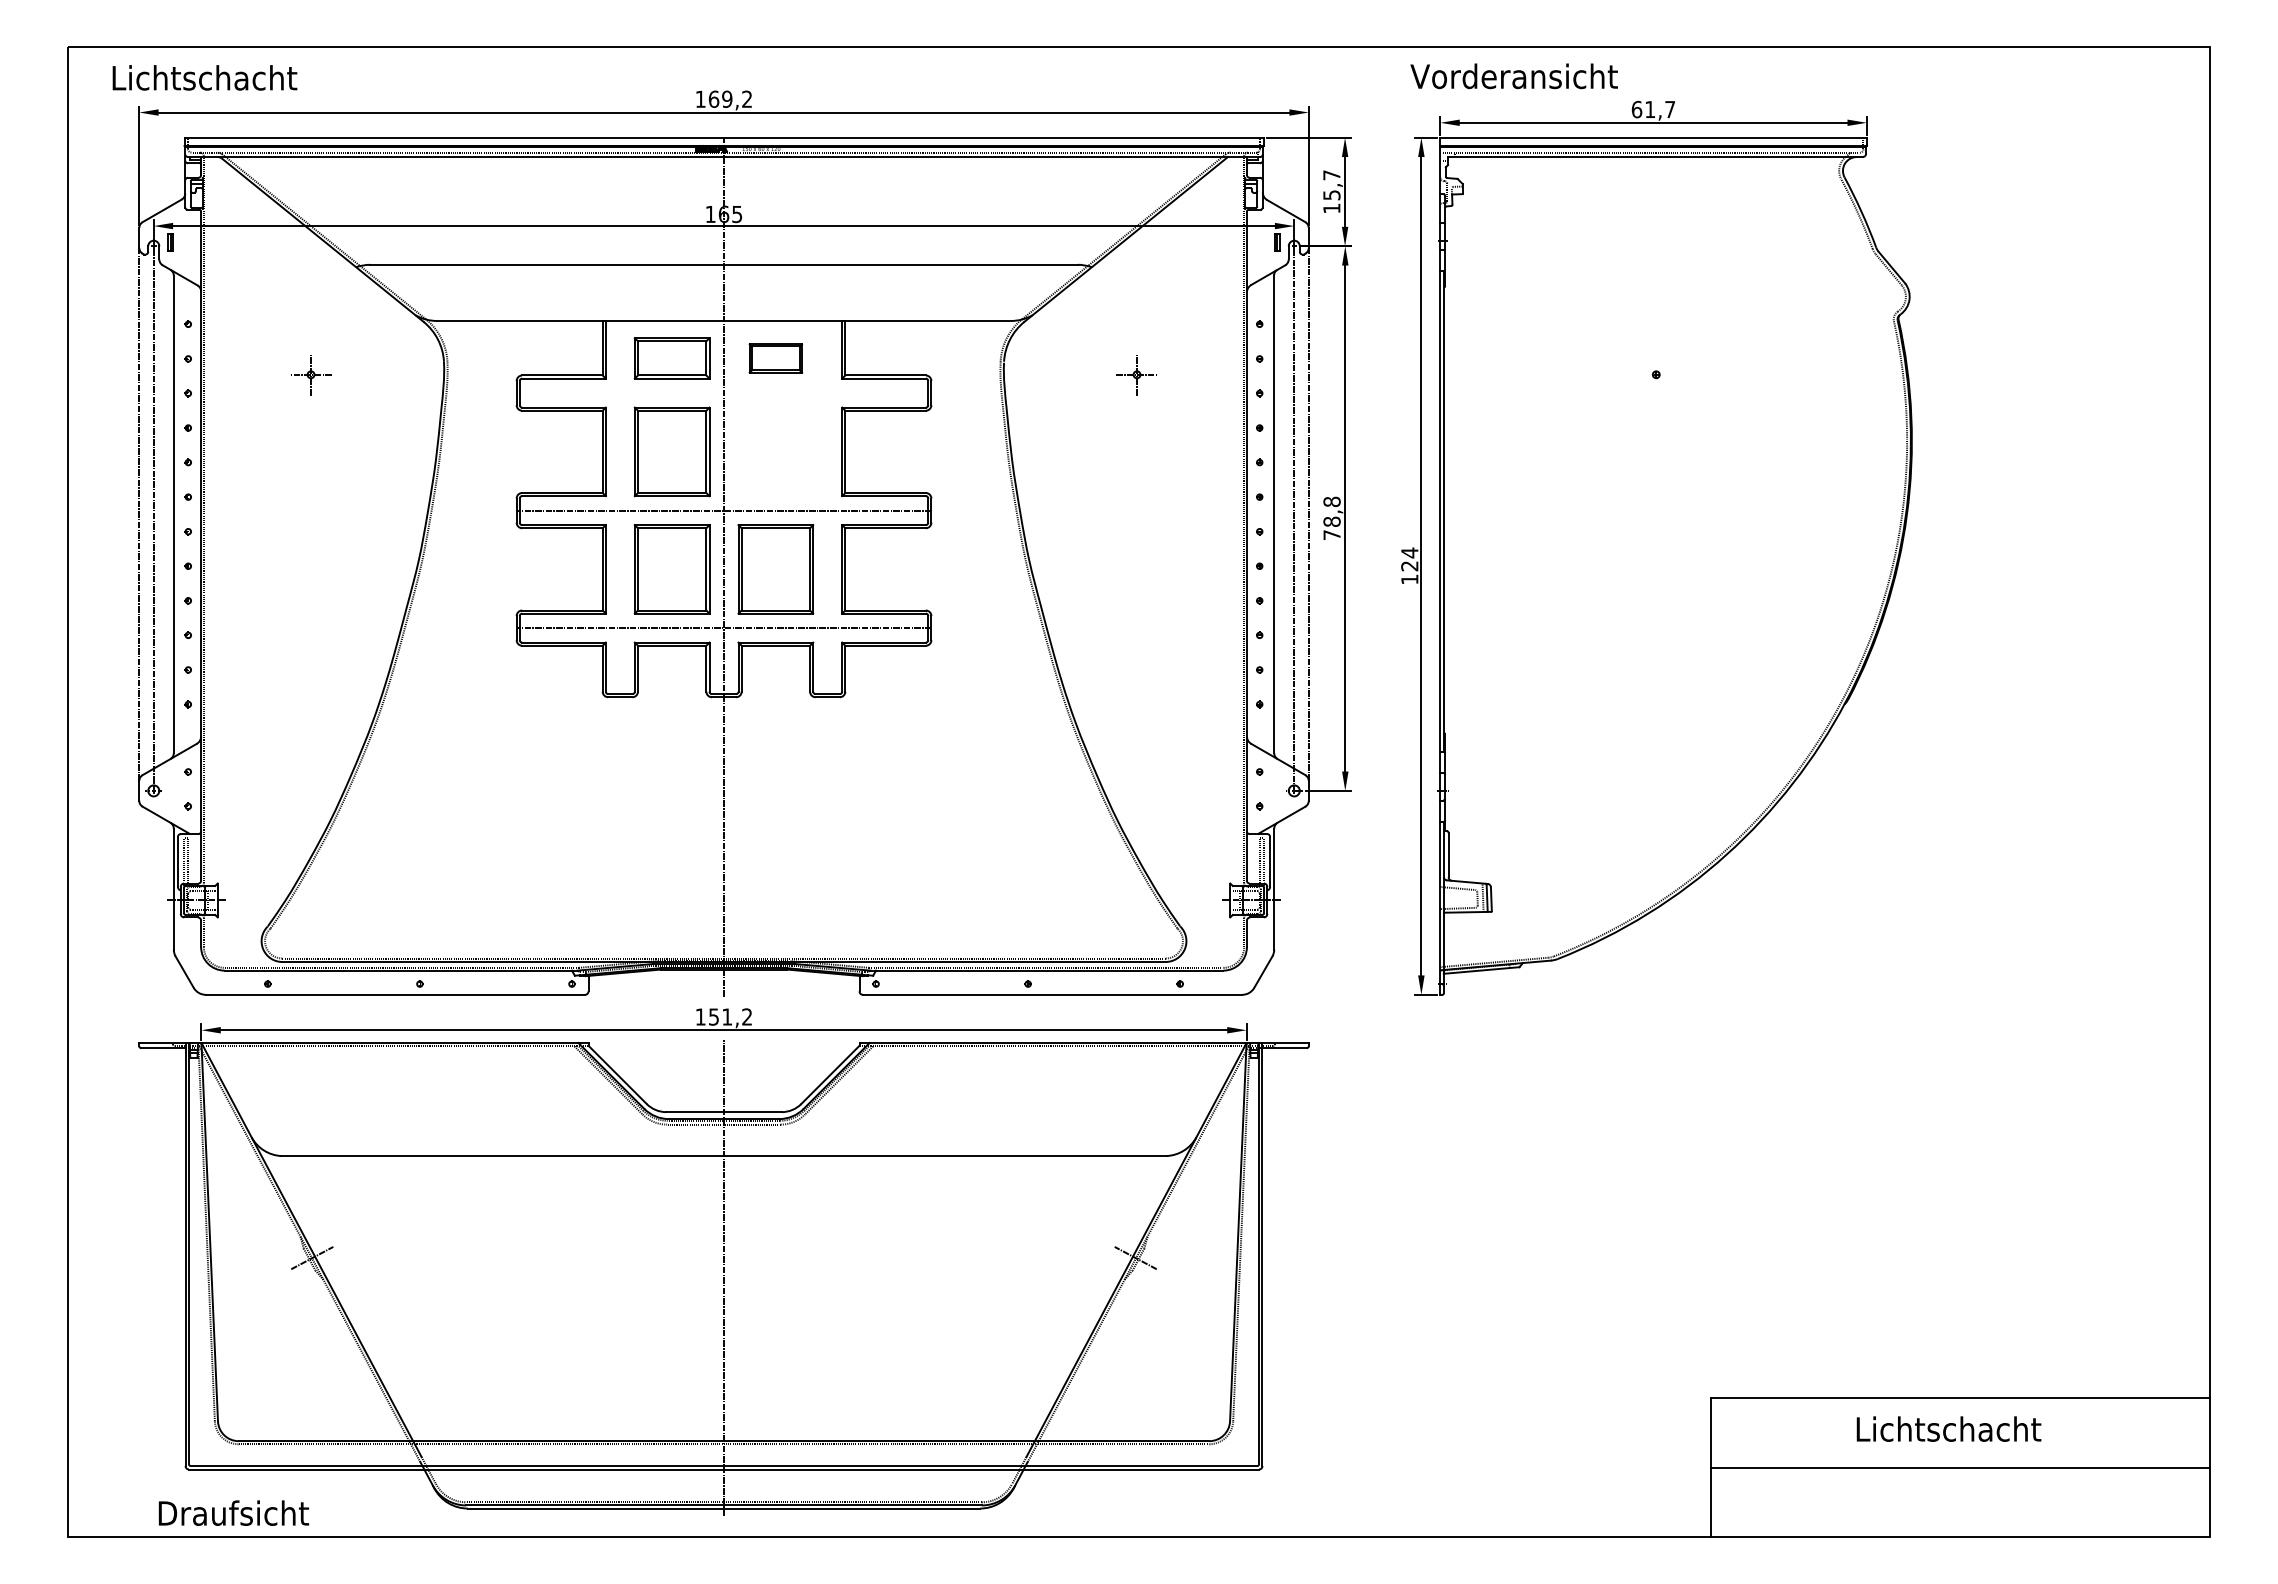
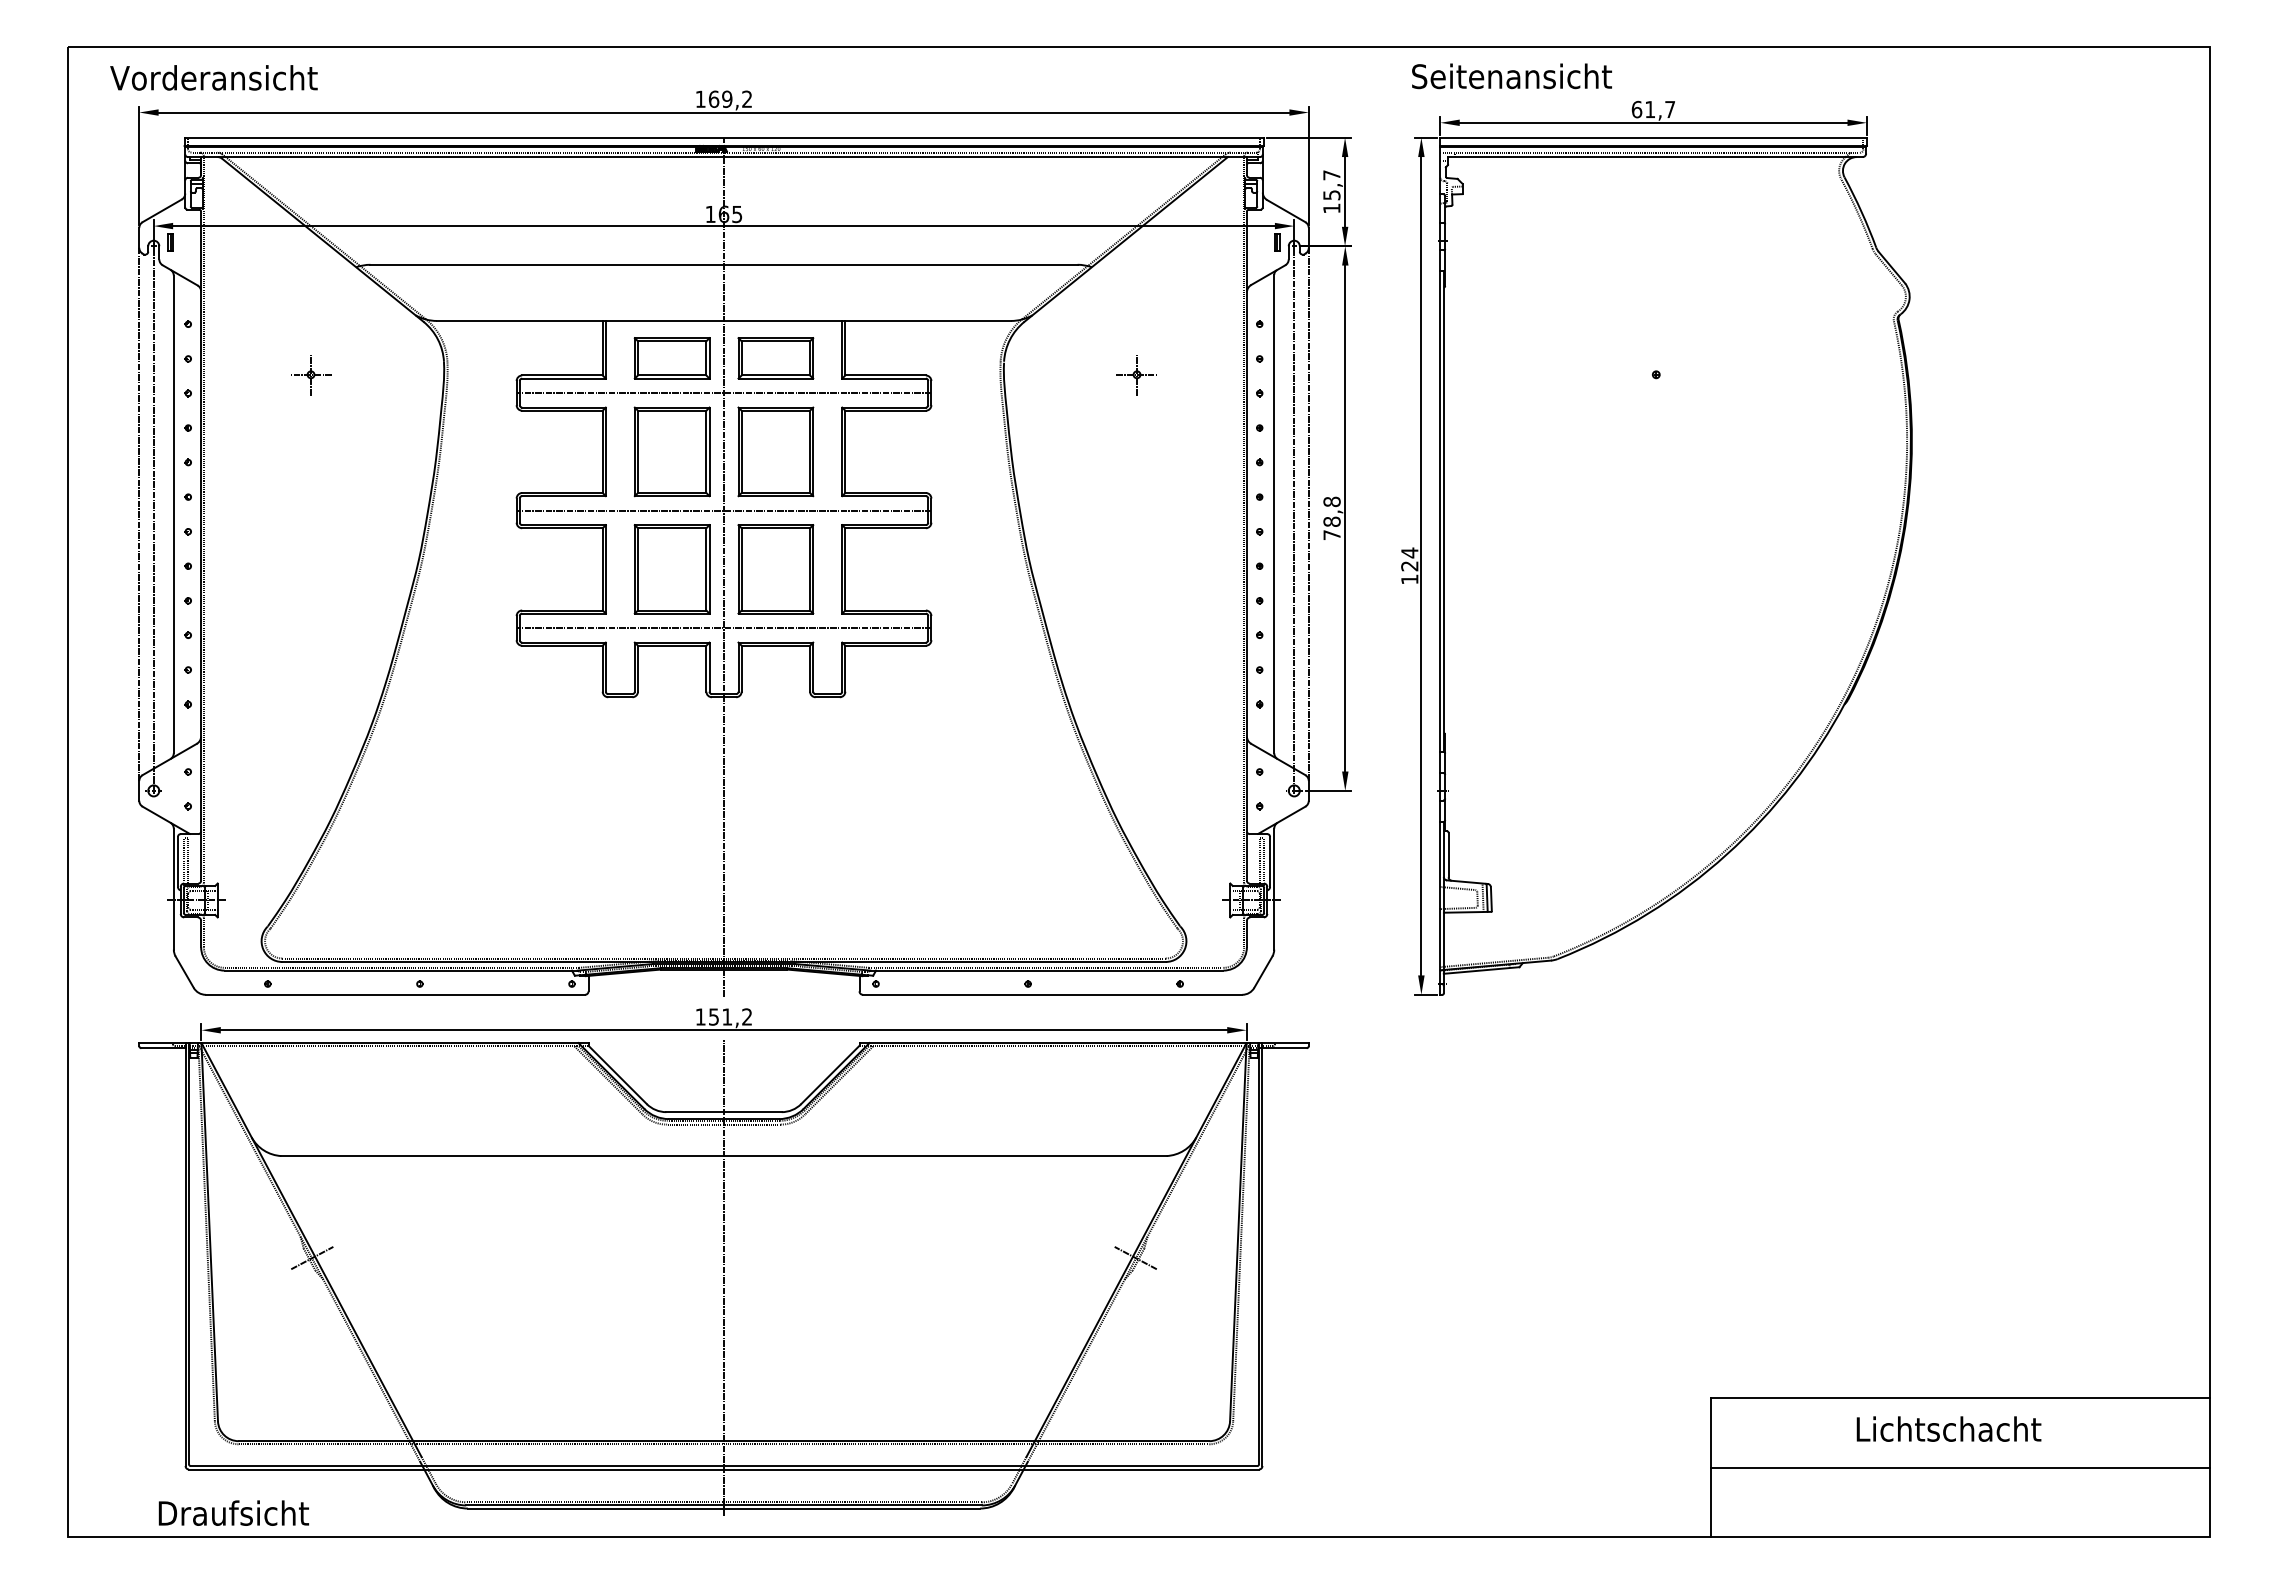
text at (1513, 76): Vorderansicht -> Seitenansicht
text at (213, 77): Lichtschacht -> Vorderansicht
part at (775, 358) size: 56x31 px -> 78x43 px
line at (723, 393): none -> present
part at (775, 451): none -> present
